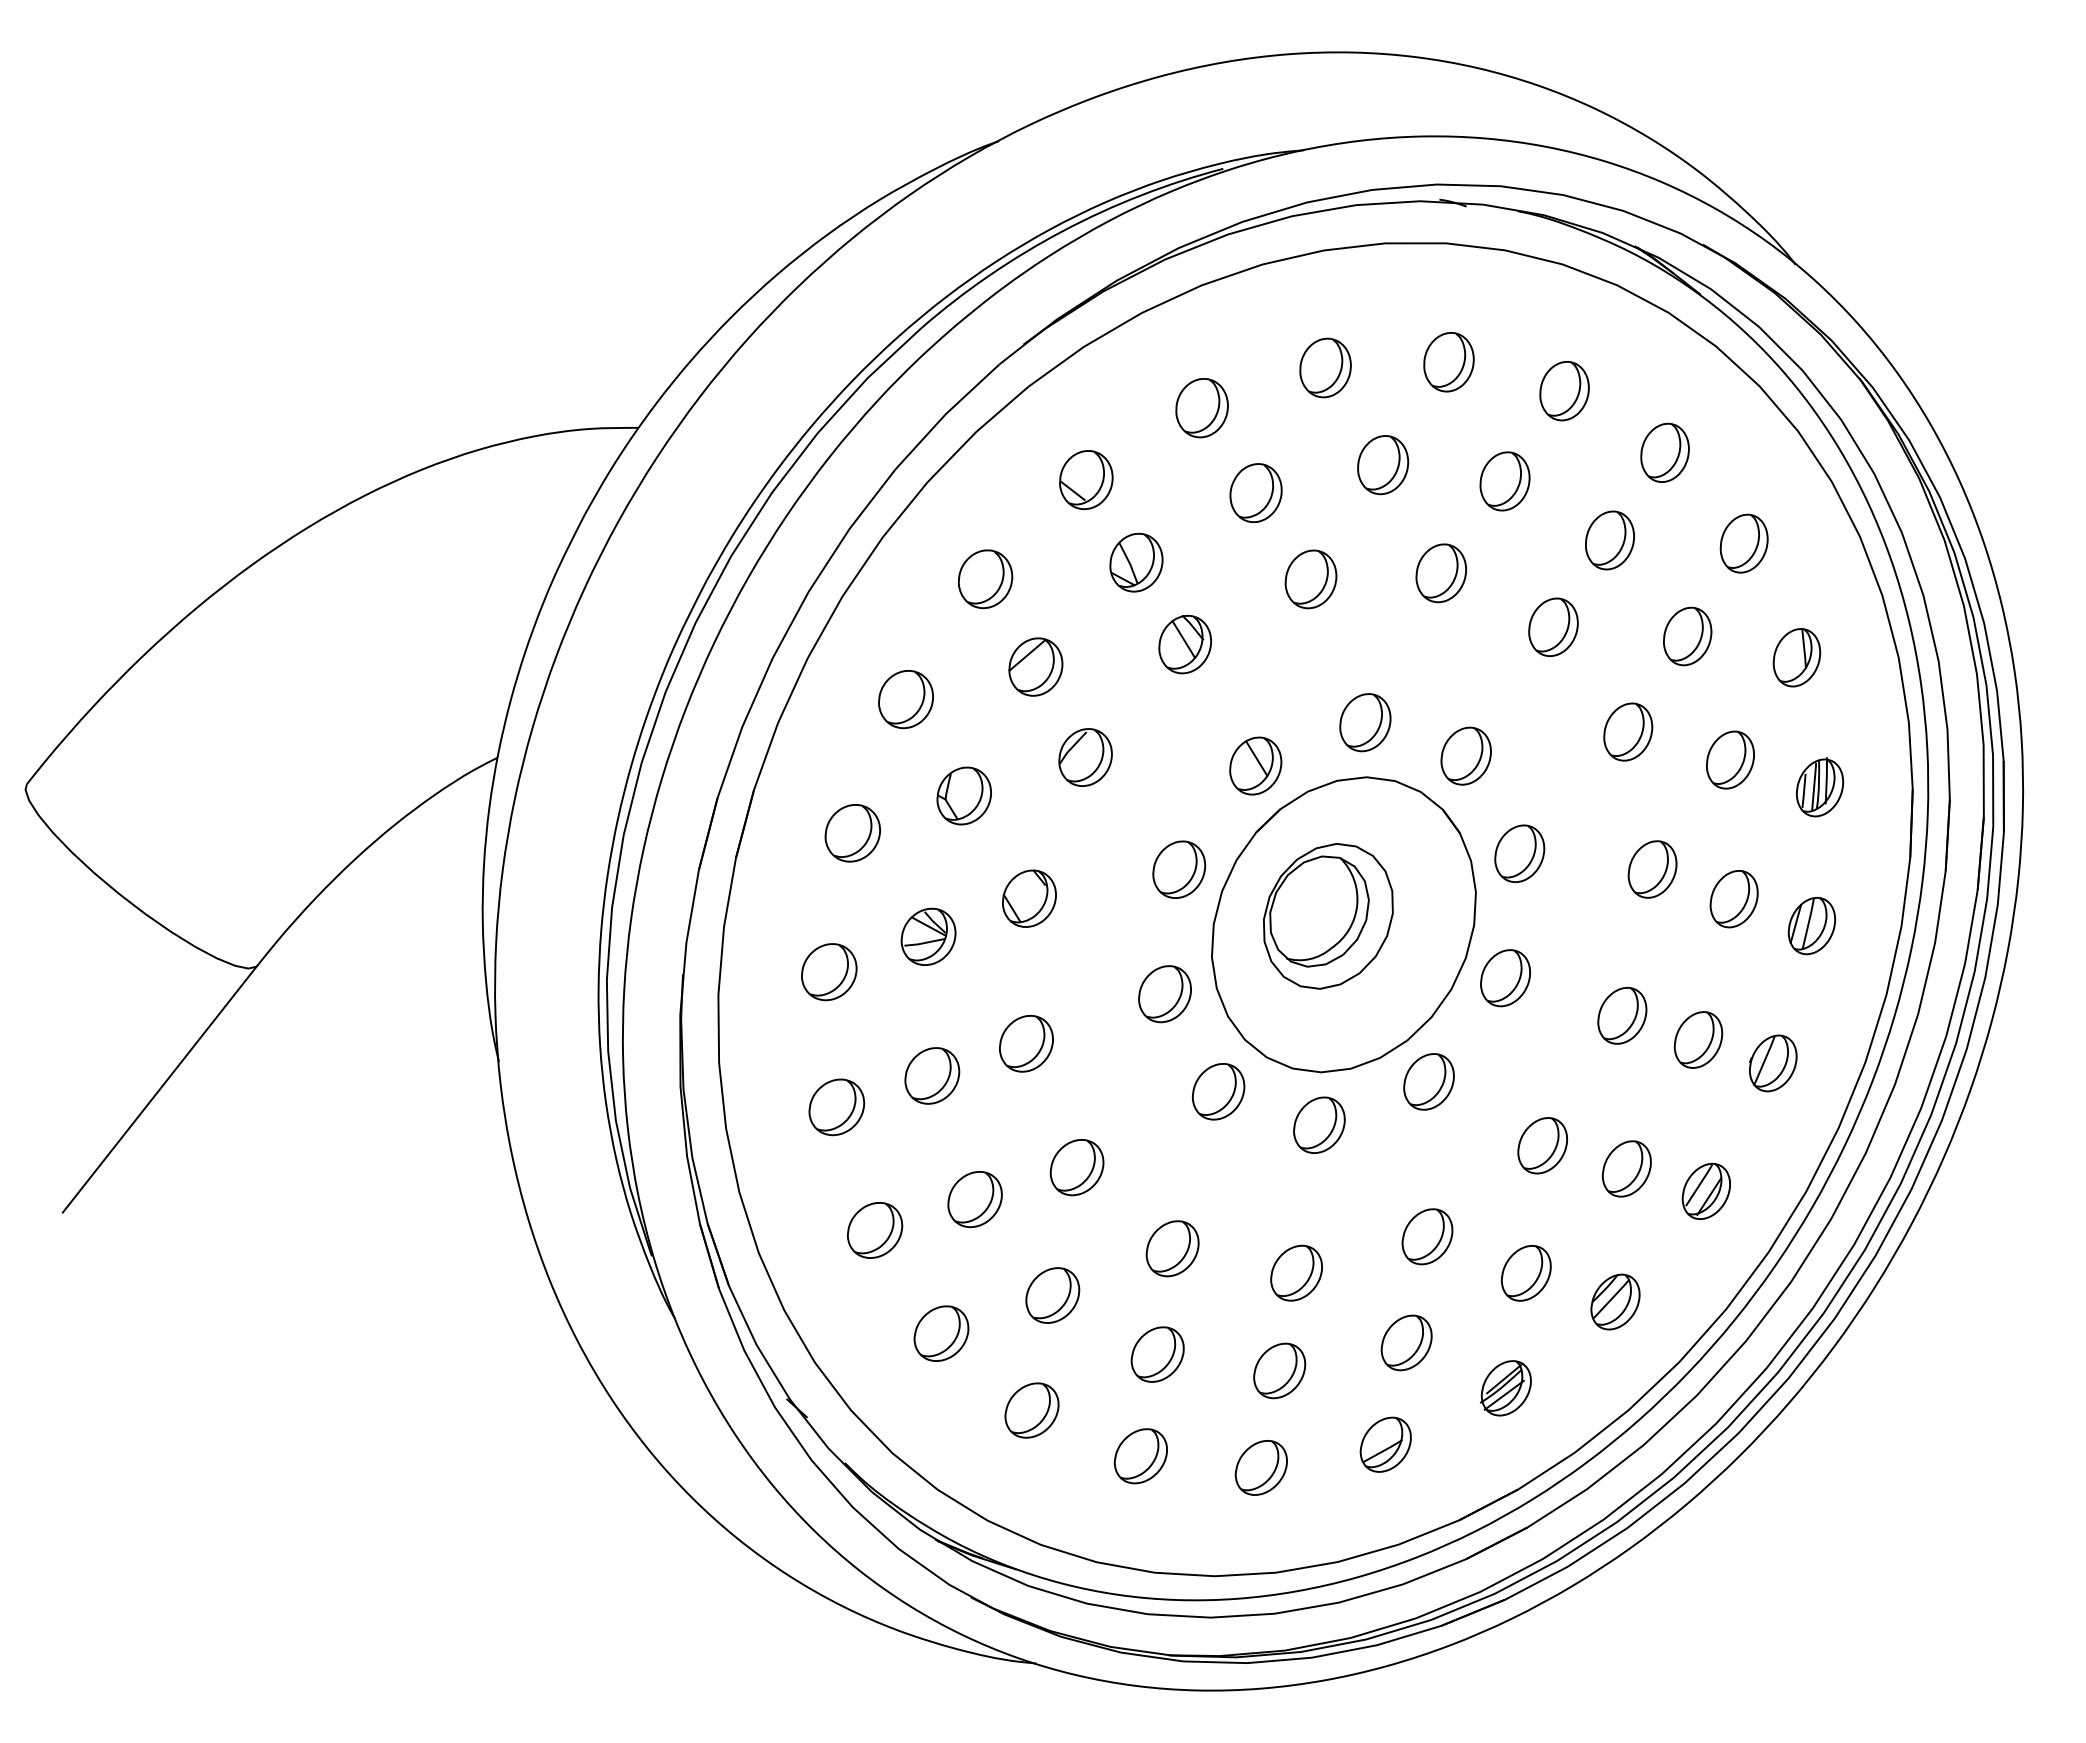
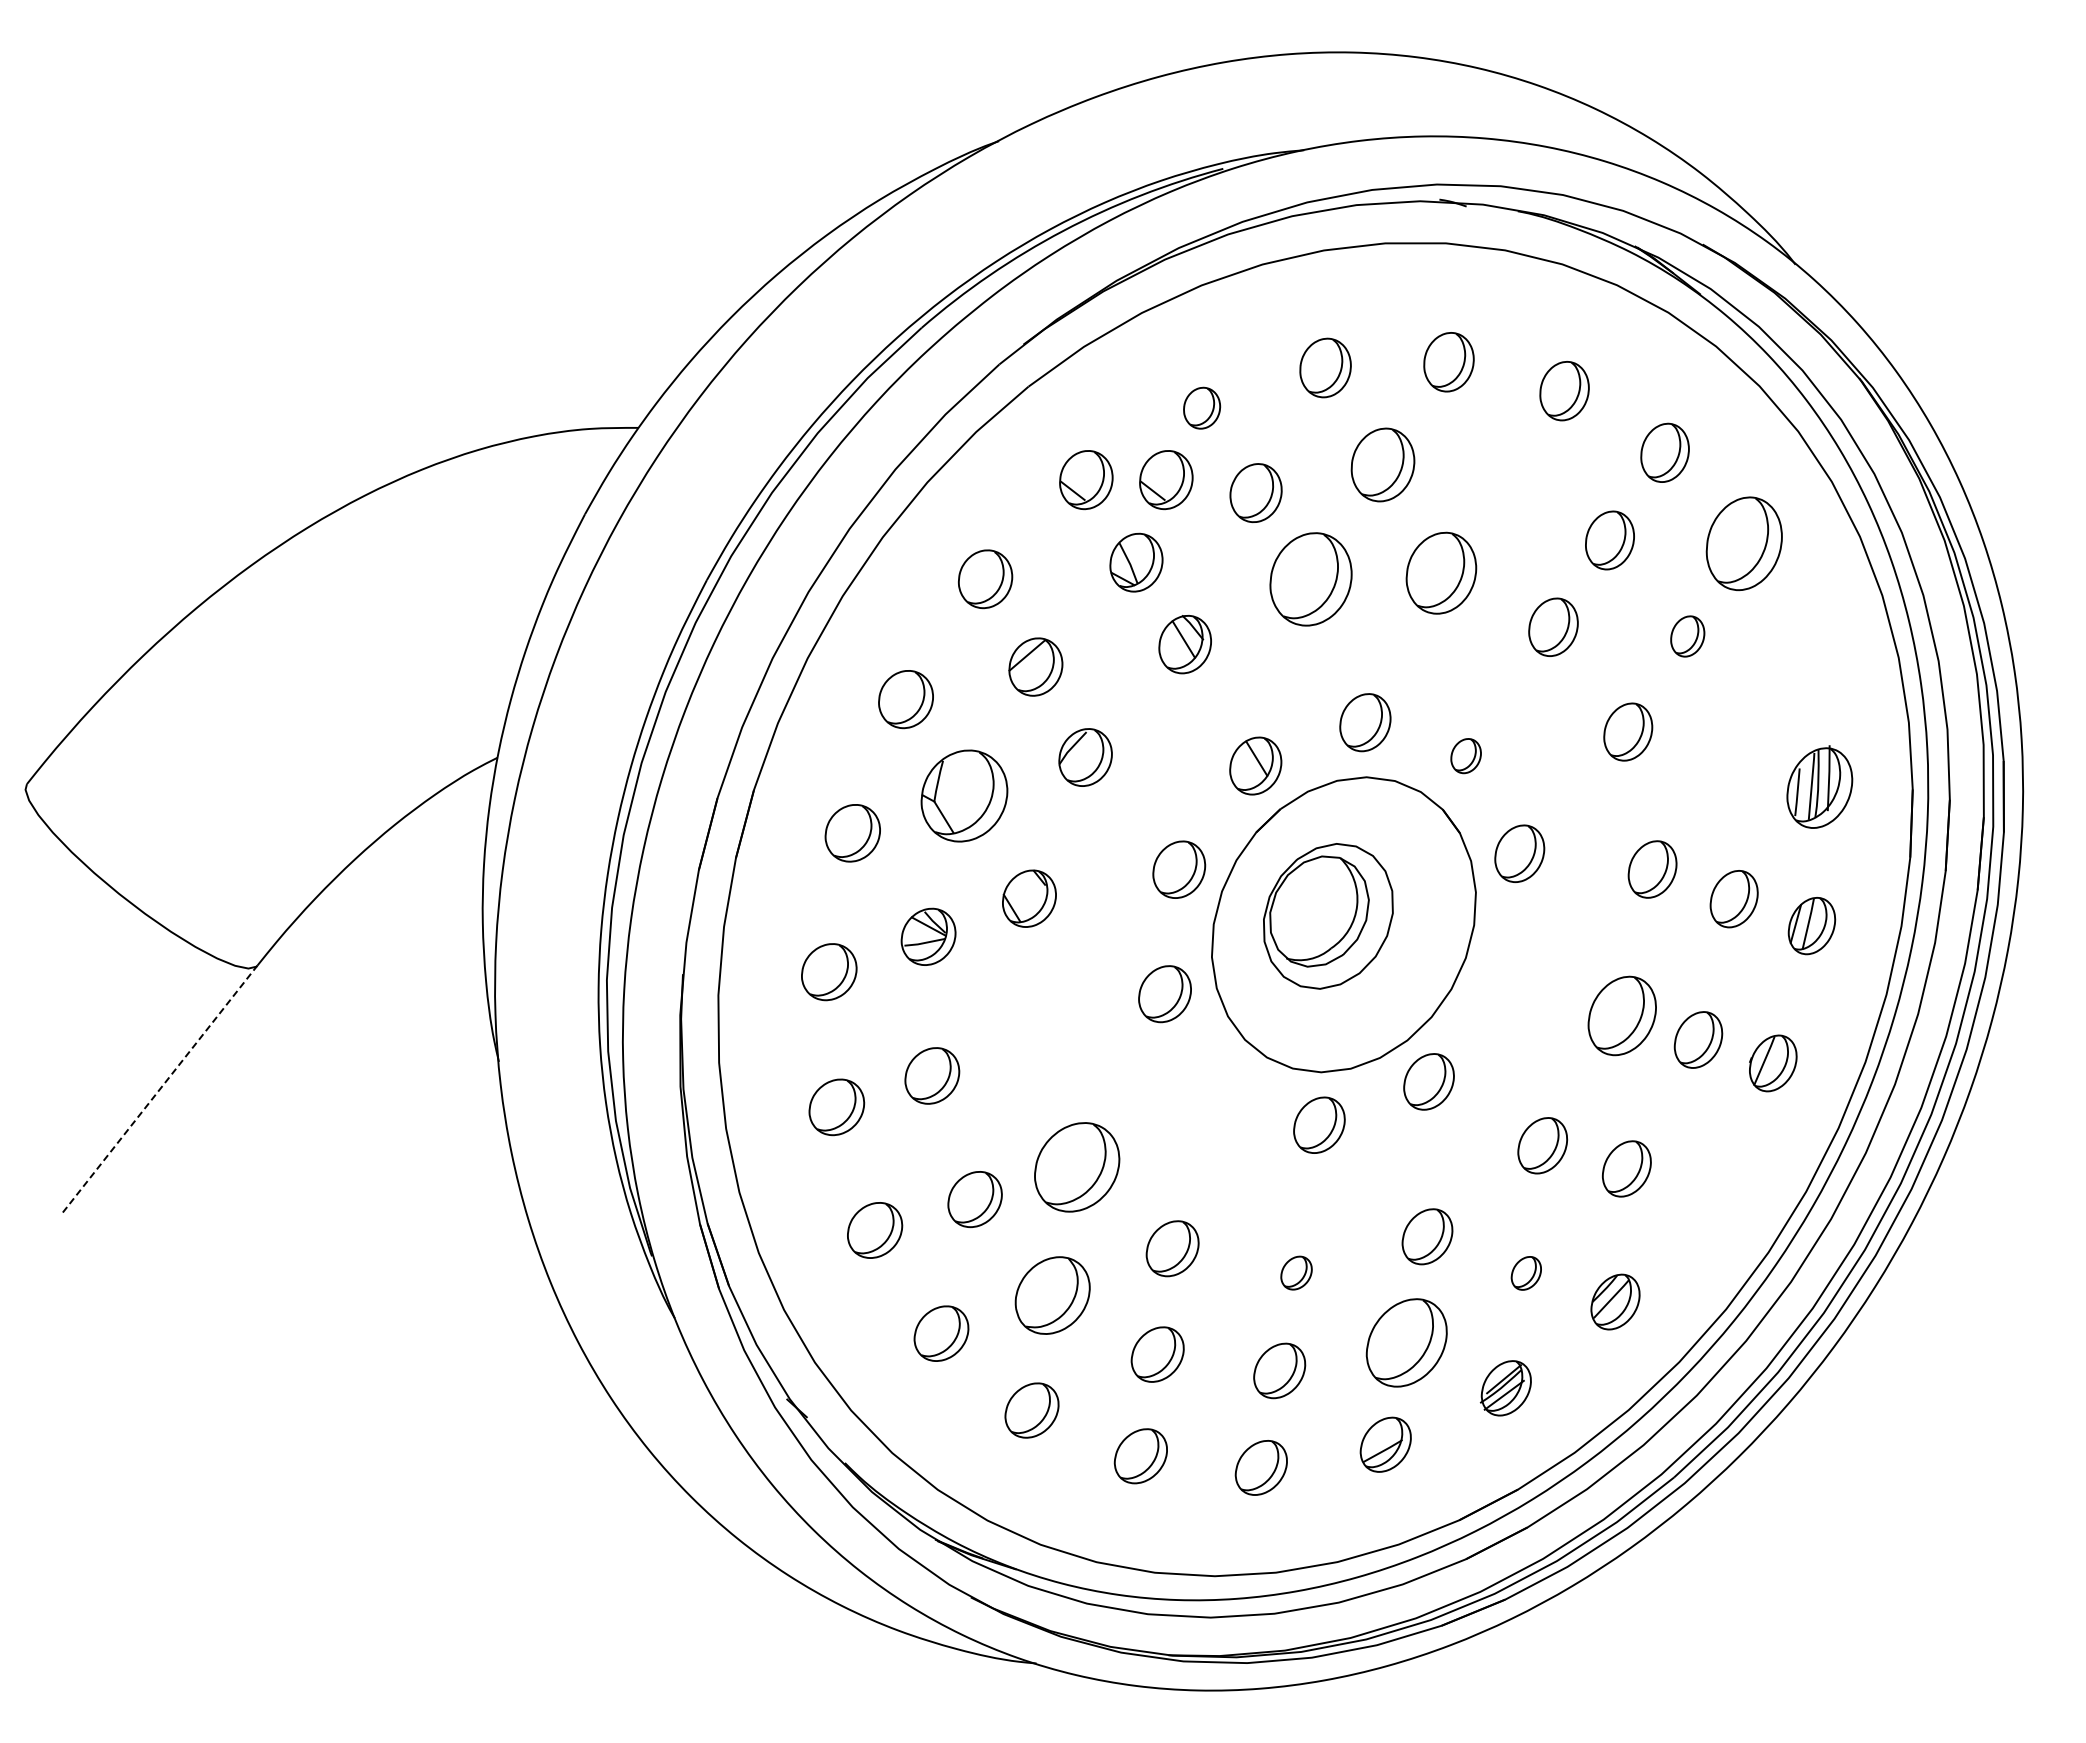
part at (1201, 408) size: 54x61 px -> 39x44 px
part at (1383, 465) size: 53x61 px -> 66x76 px
part at (1166, 480): none -> present
part at (1504, 481): present -> none
part at (1743, 543) size: 50x61 px -> 78x96 px
part at (1440, 573) size: 52x61 px -> 73x84 px
part at (1310, 579) size: 54x61 px -> 84x95 px
part at (1687, 636) size: 50x61 px -> 36x43 px
part at (1796, 657): present -> none
part at (1465, 755) size: 52x60 px -> 32x37 px
part at (1730, 759): present -> none
part at (1820, 787) size: 49x61 px -> 68x84 px
part at (963, 795) size: 56x60 px -> 89x94 px
part at (1505, 978): present -> none
part at (1622, 1015) size: 51x59 px -> 70x82 px
part at (1026, 1043): present -> none
line at (160, 1088): solid -> dashed
part at (1218, 1091): present -> none
part at (1076, 1167) size: 56x58 px -> 87x91 px
part at (1705, 1190): present -> none
part at (1296, 1272) size: 53x58 px -> 33x36 px
part at (1526, 1273) size: 51x57 px -> 32x35 px
part at (1052, 1295) size: 56x57 px -> 77x79 px
part at (1406, 1342) size: 53x58 px -> 83x90 px
